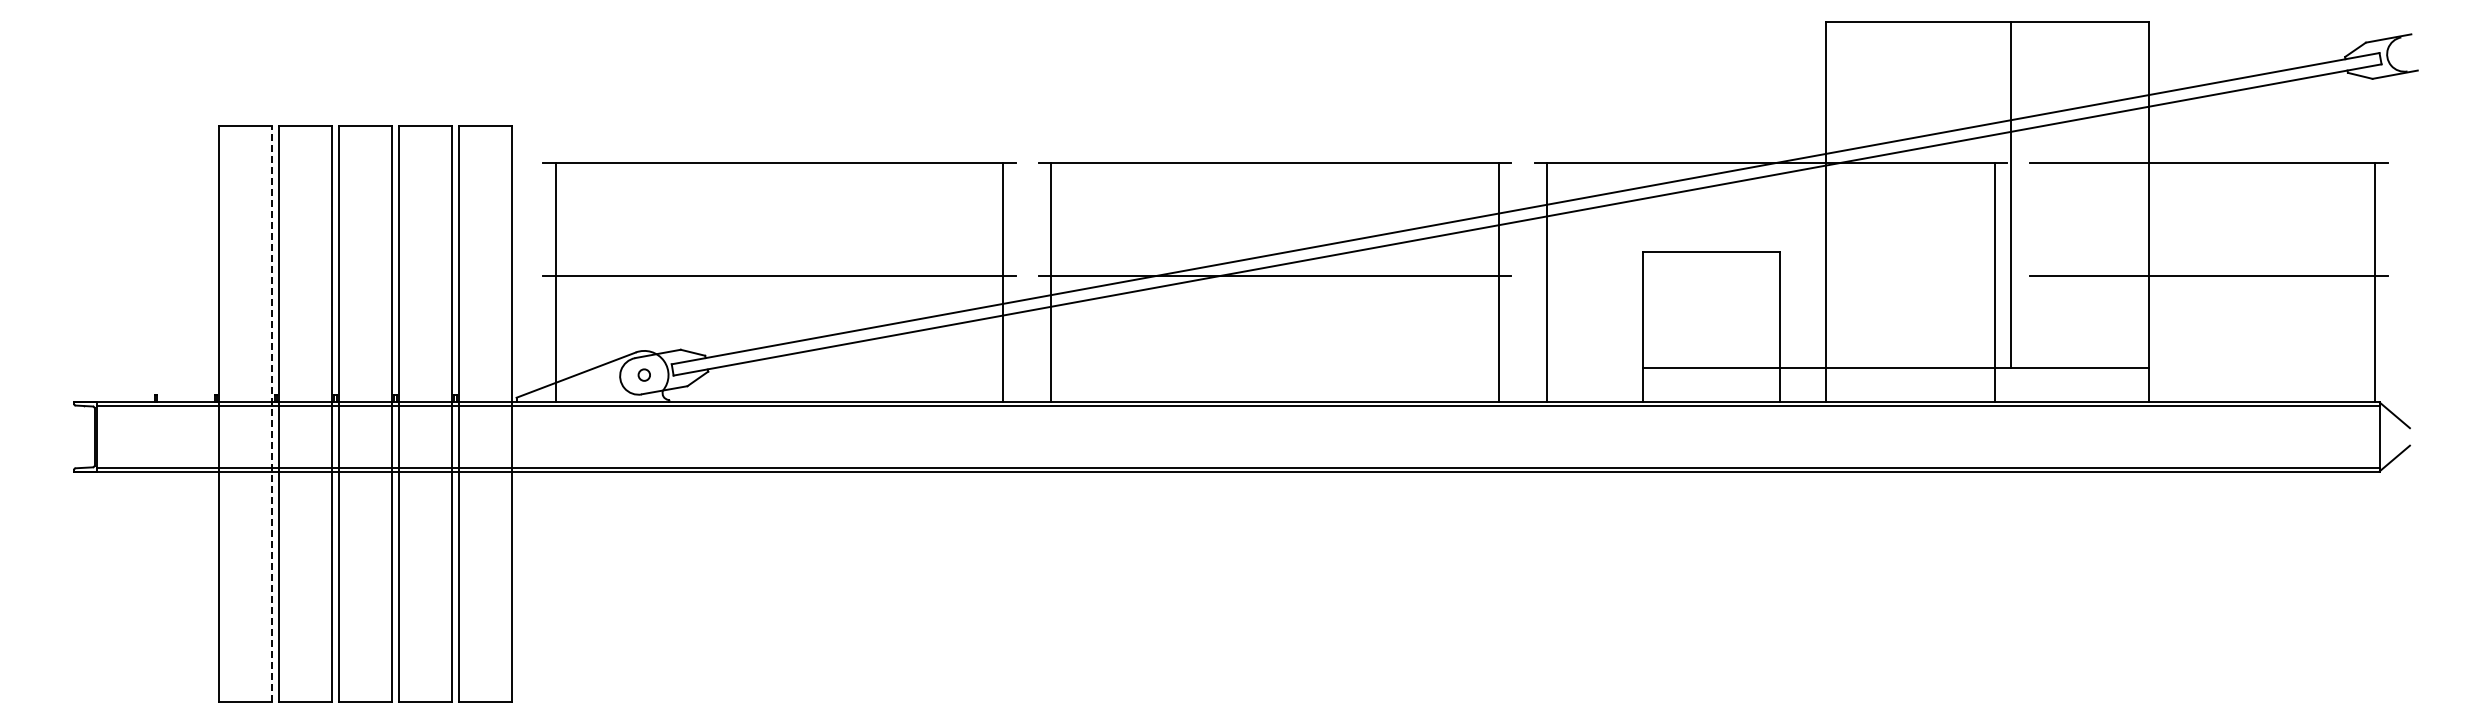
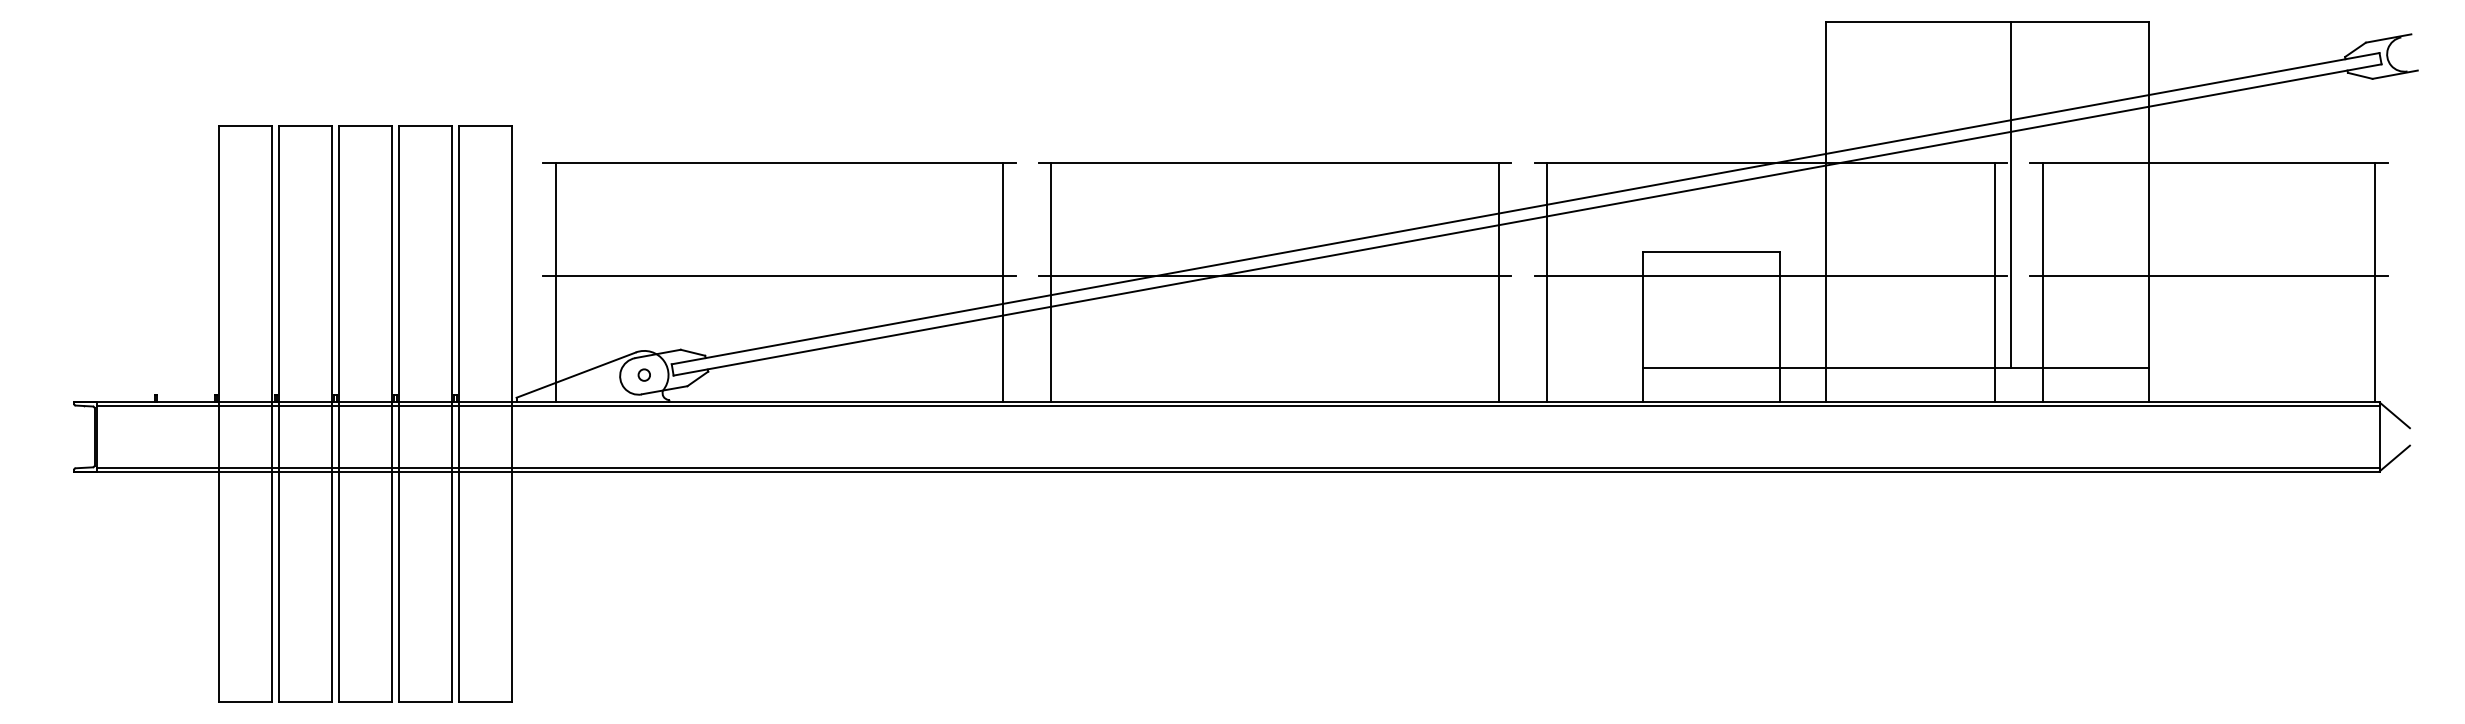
line at (1770, 275): none -> present
line at (2042, 282): none -> present
line at (272, 413): dashed -> solid
